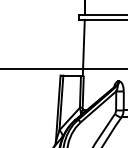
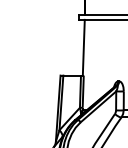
line at (63, 69): present -> none
